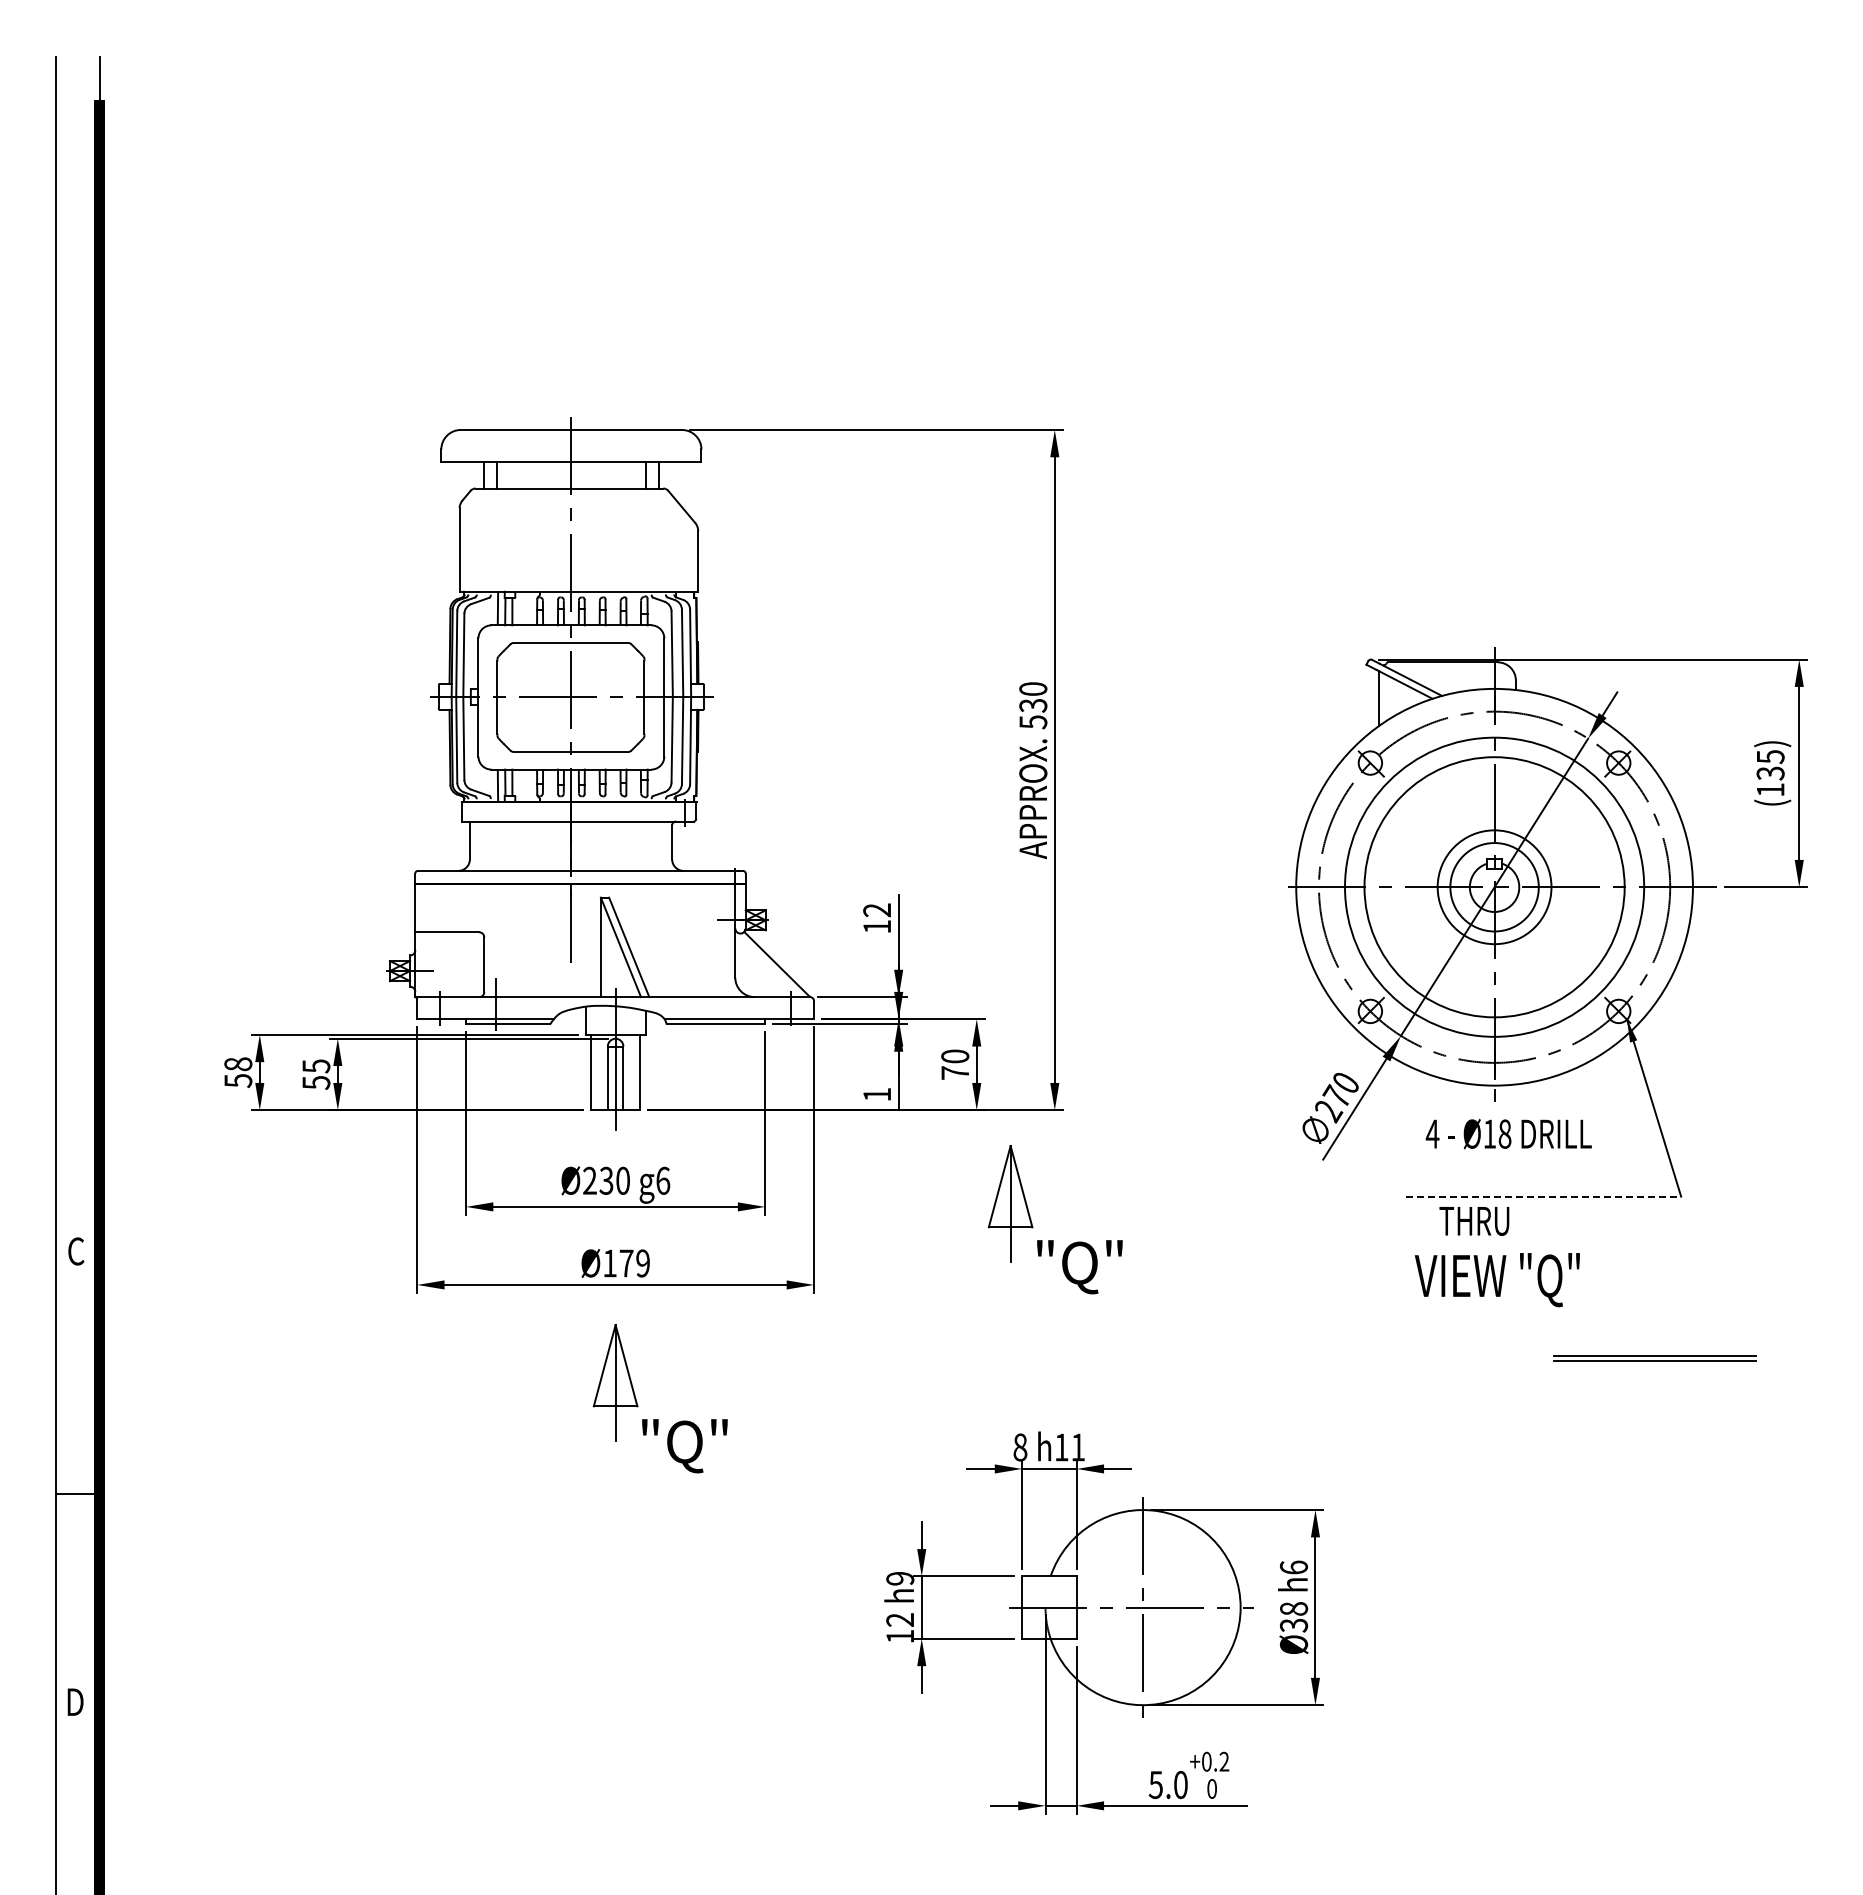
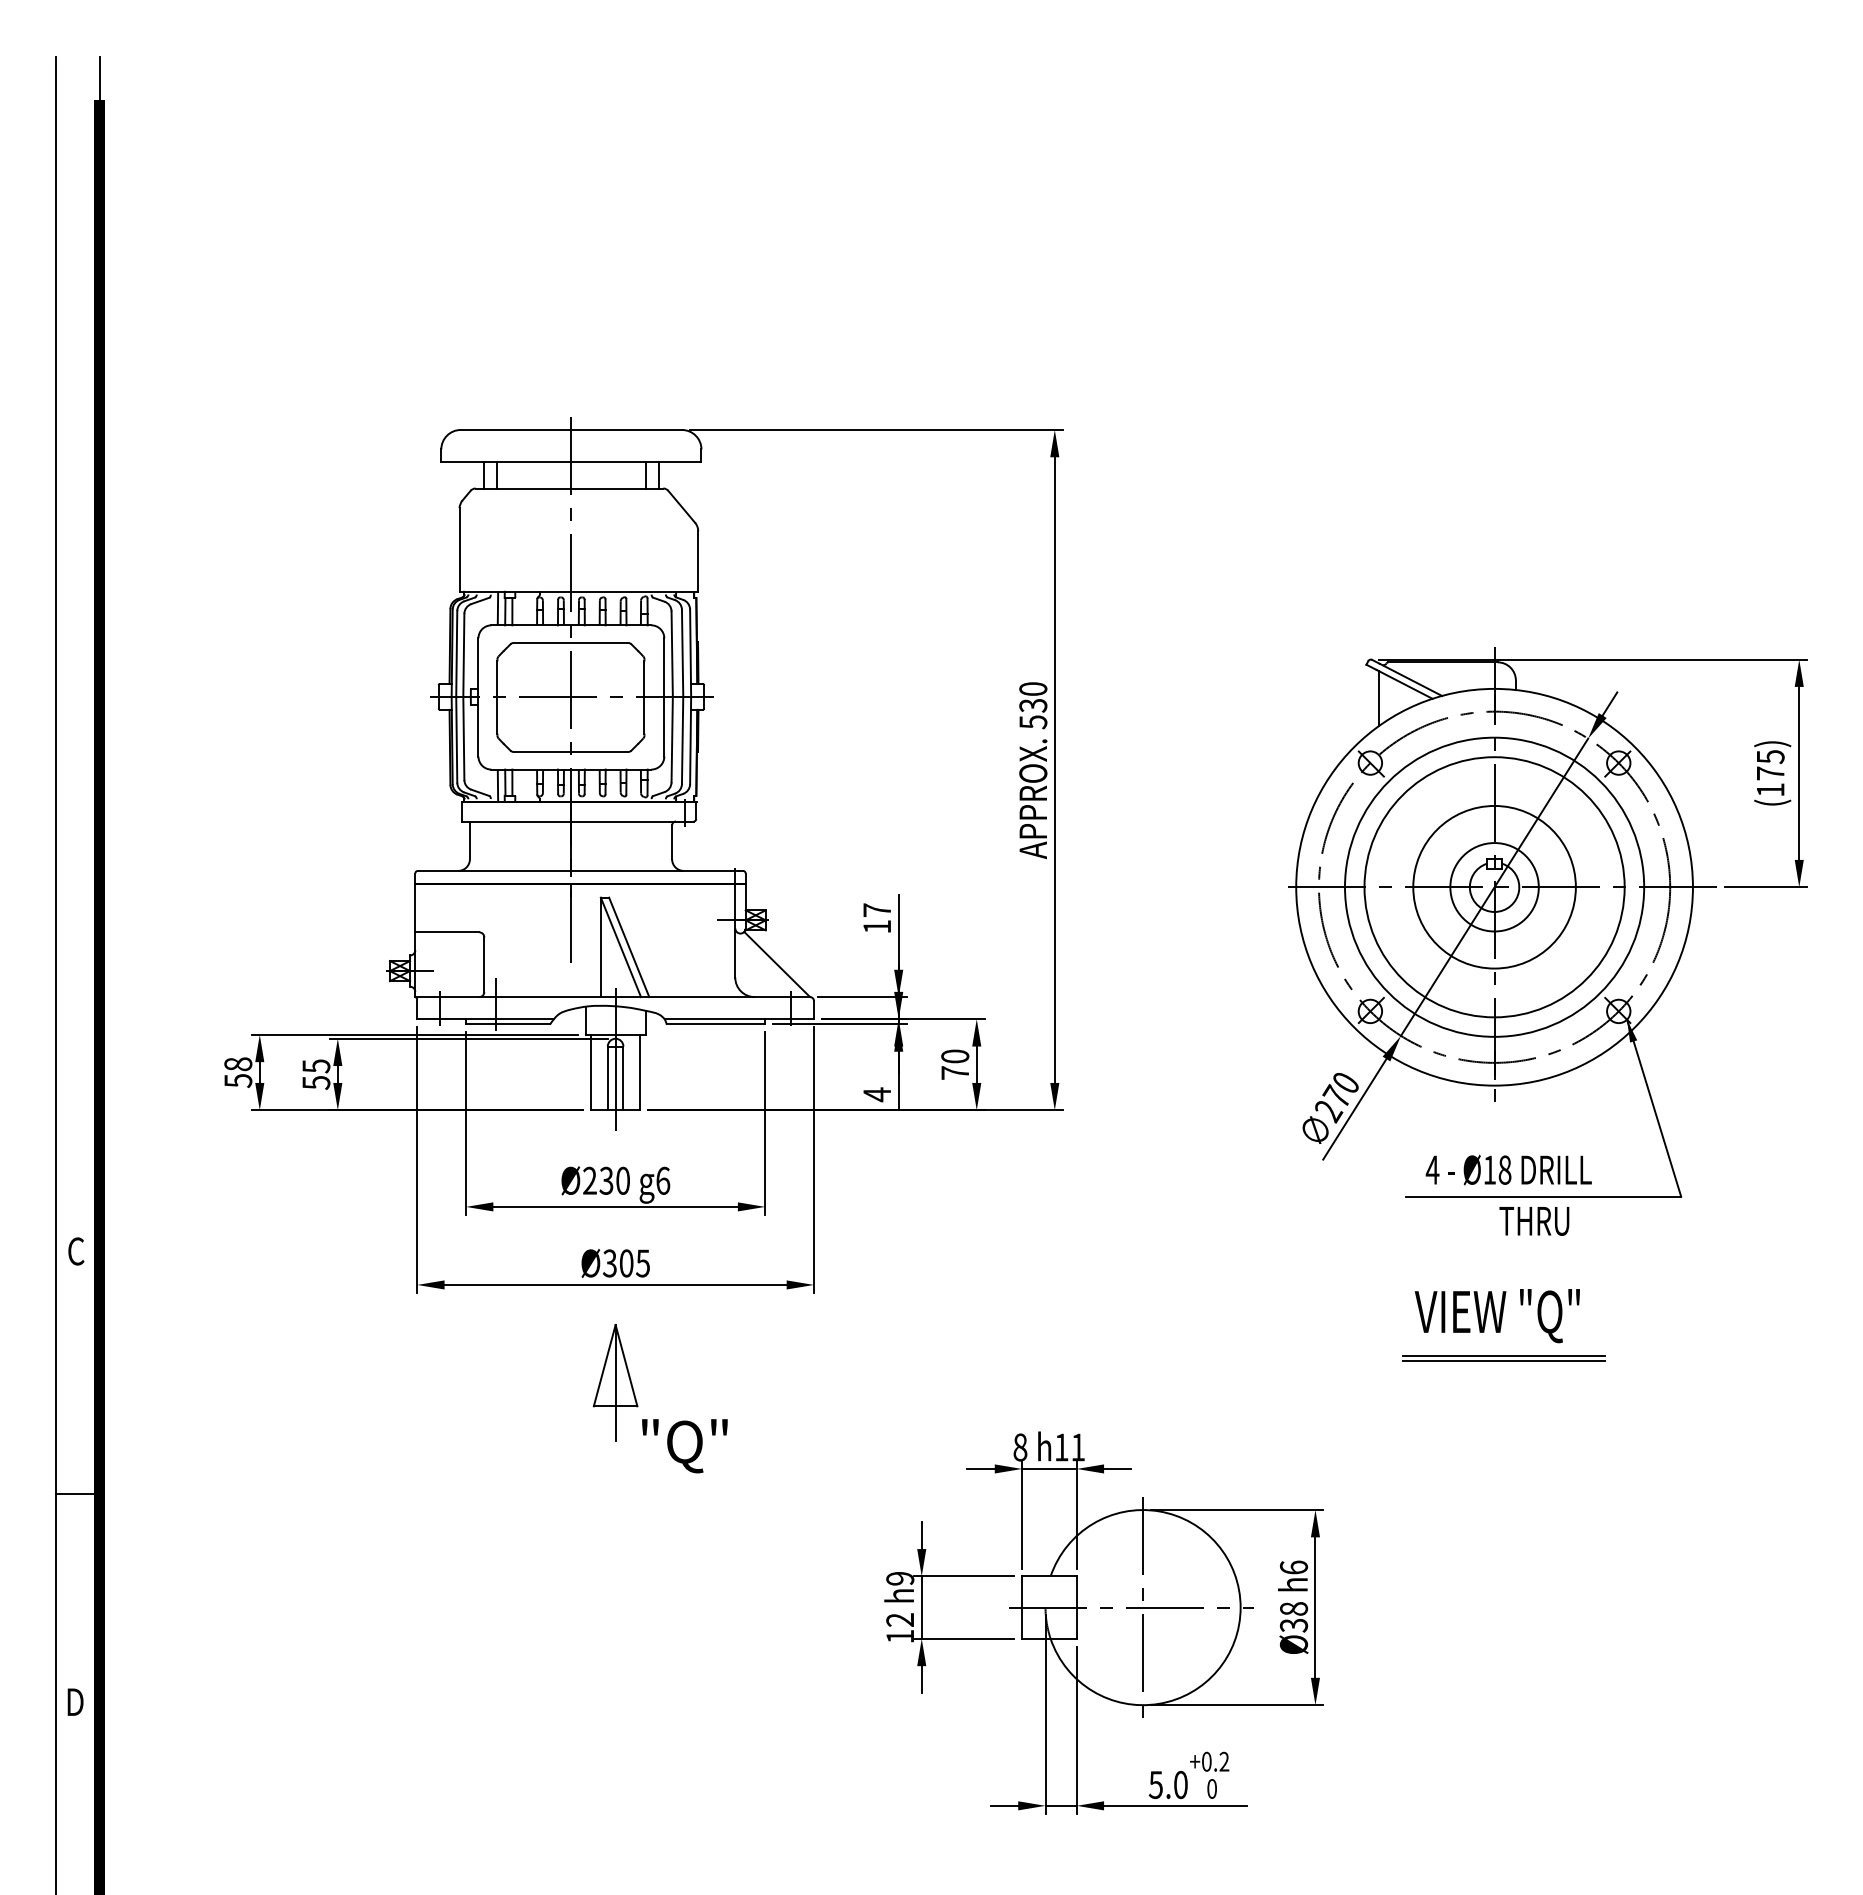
text at (1770, 773): (135) -> (175)
circle at (1494, 887) diameter: 114 px -> 163 px
text at (876, 910): 12 -> 17
text at (876, 1094): 1 -> 4
text at (1508, 1133) position: (1508, 1133) -> (1508, 1169)
line at (1543, 1196): dashed -> solid
text at (1474, 1221) position: (1474, 1221) -> (1534, 1221)
part at (1053, 1240): present -> none
text at (626, 1263): Ø179 -> Ø305
text at (1496, 1280) position: (1496, 1280) -> (1496, 1316)
part at (1654, 1358) position: (1654, 1358) -> (1503, 1358)
